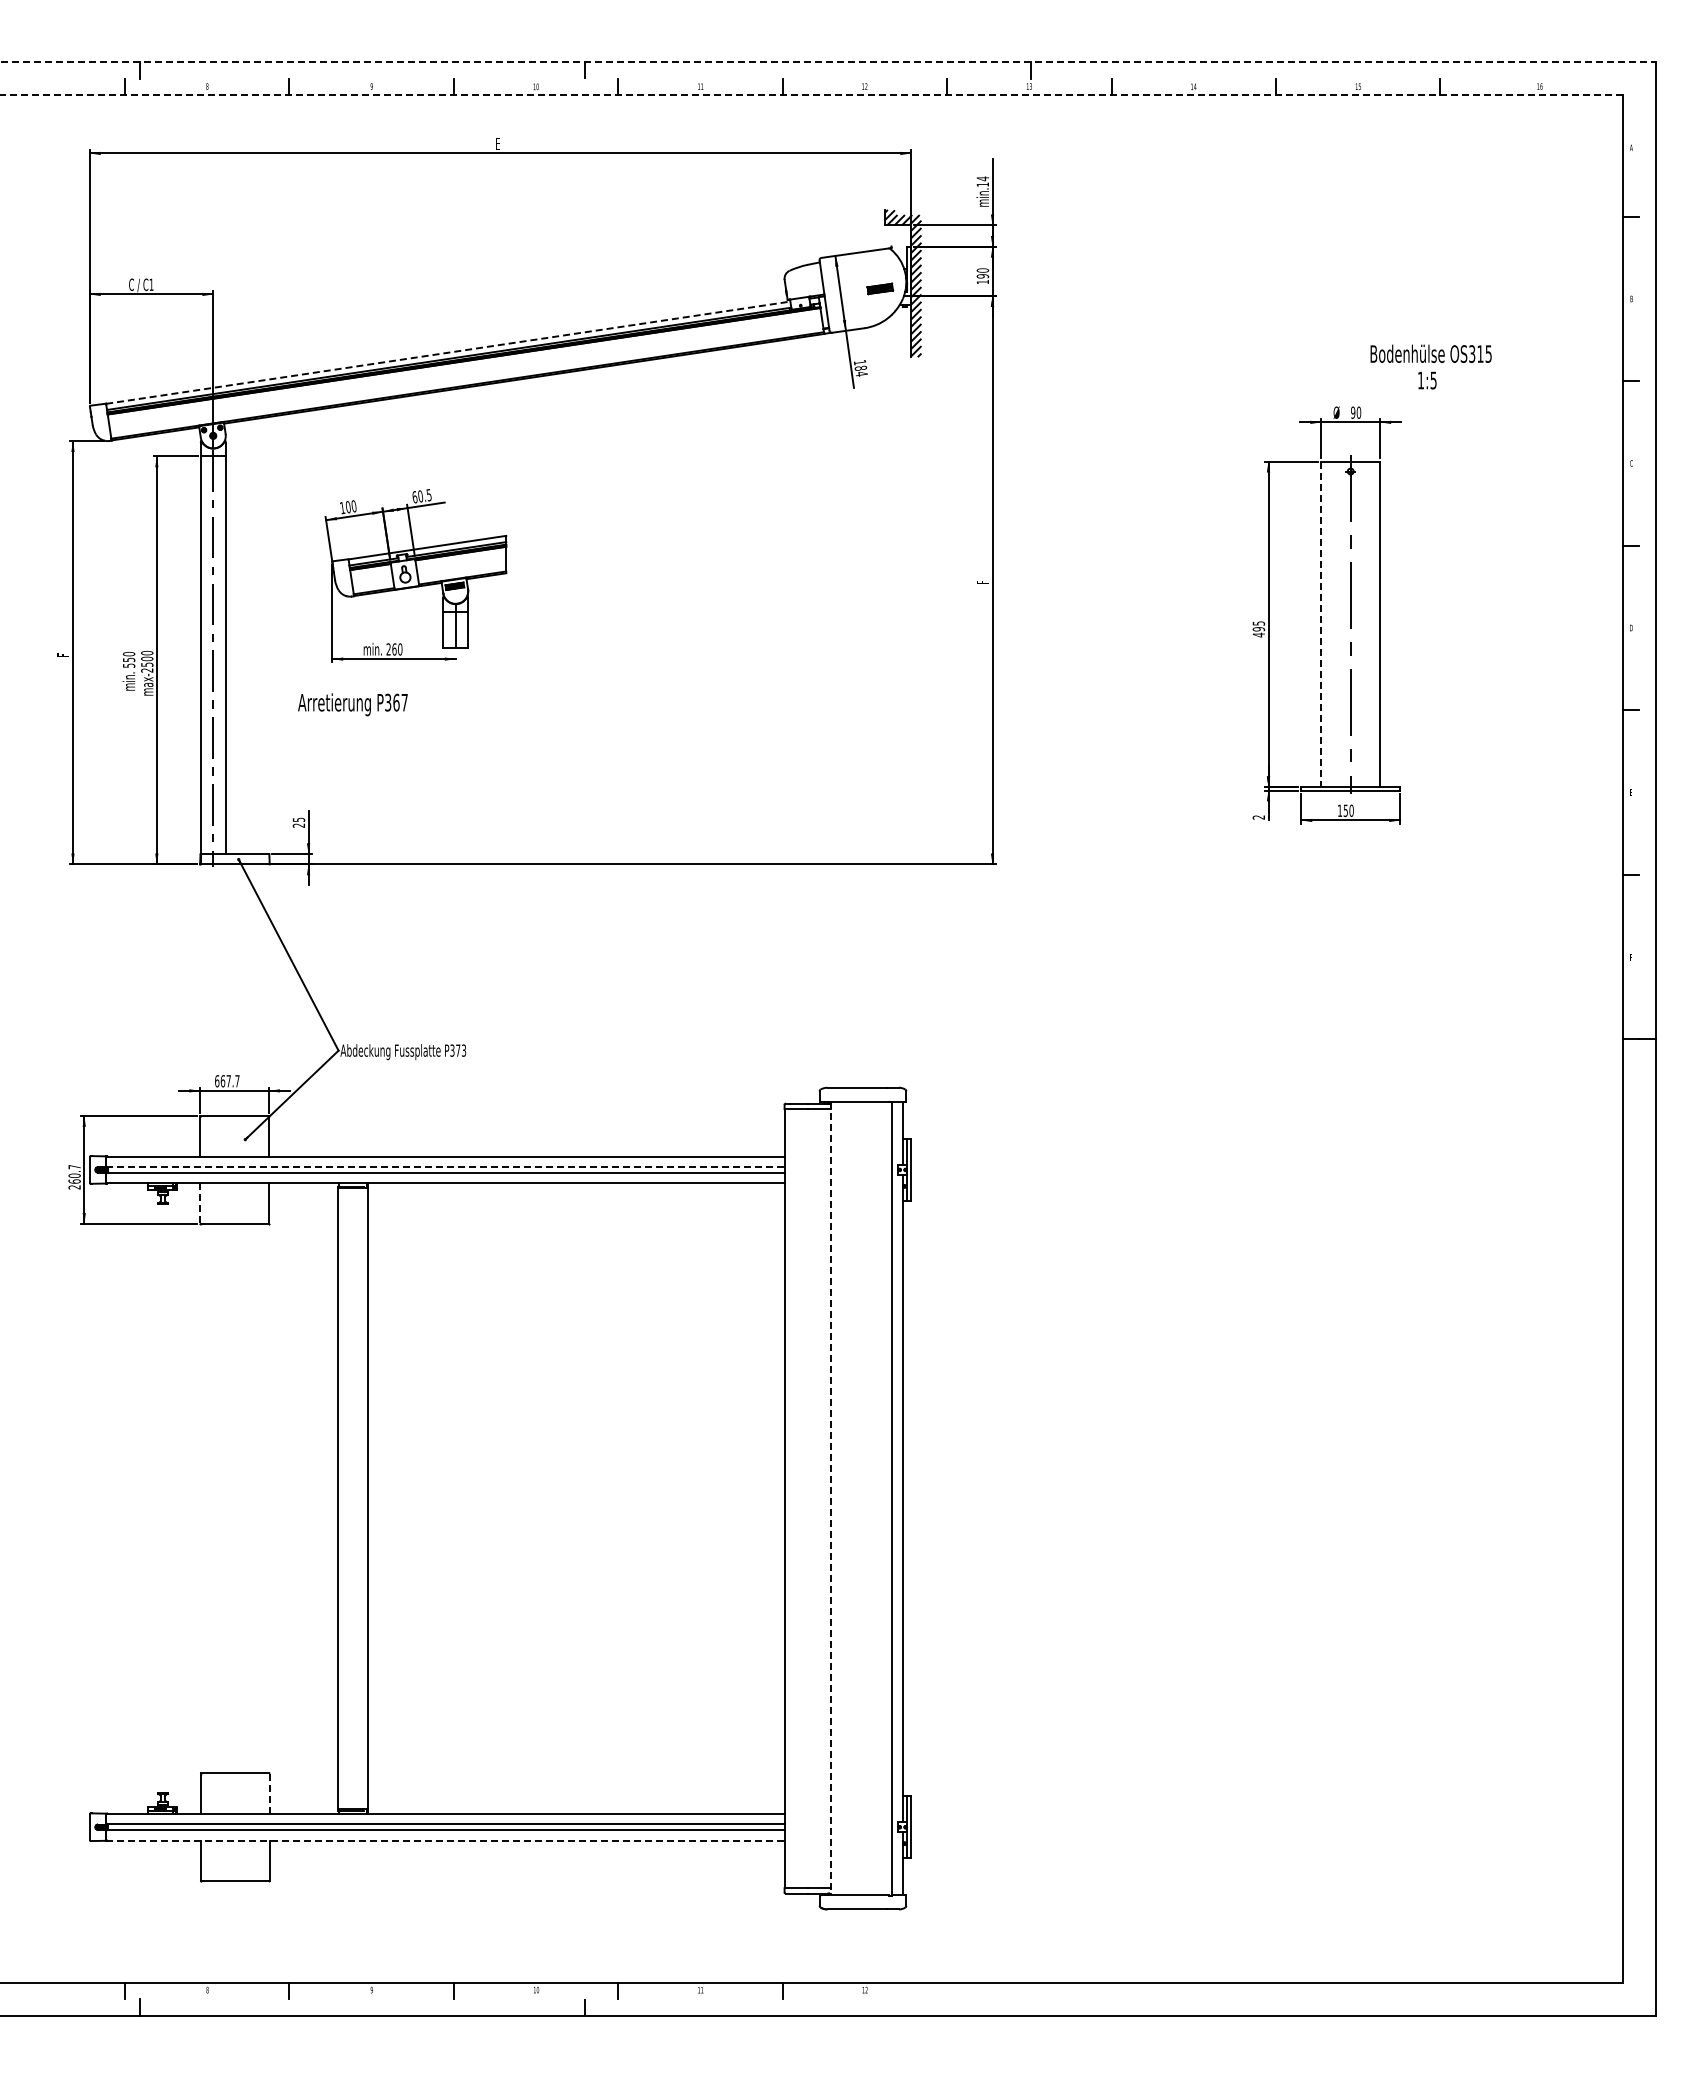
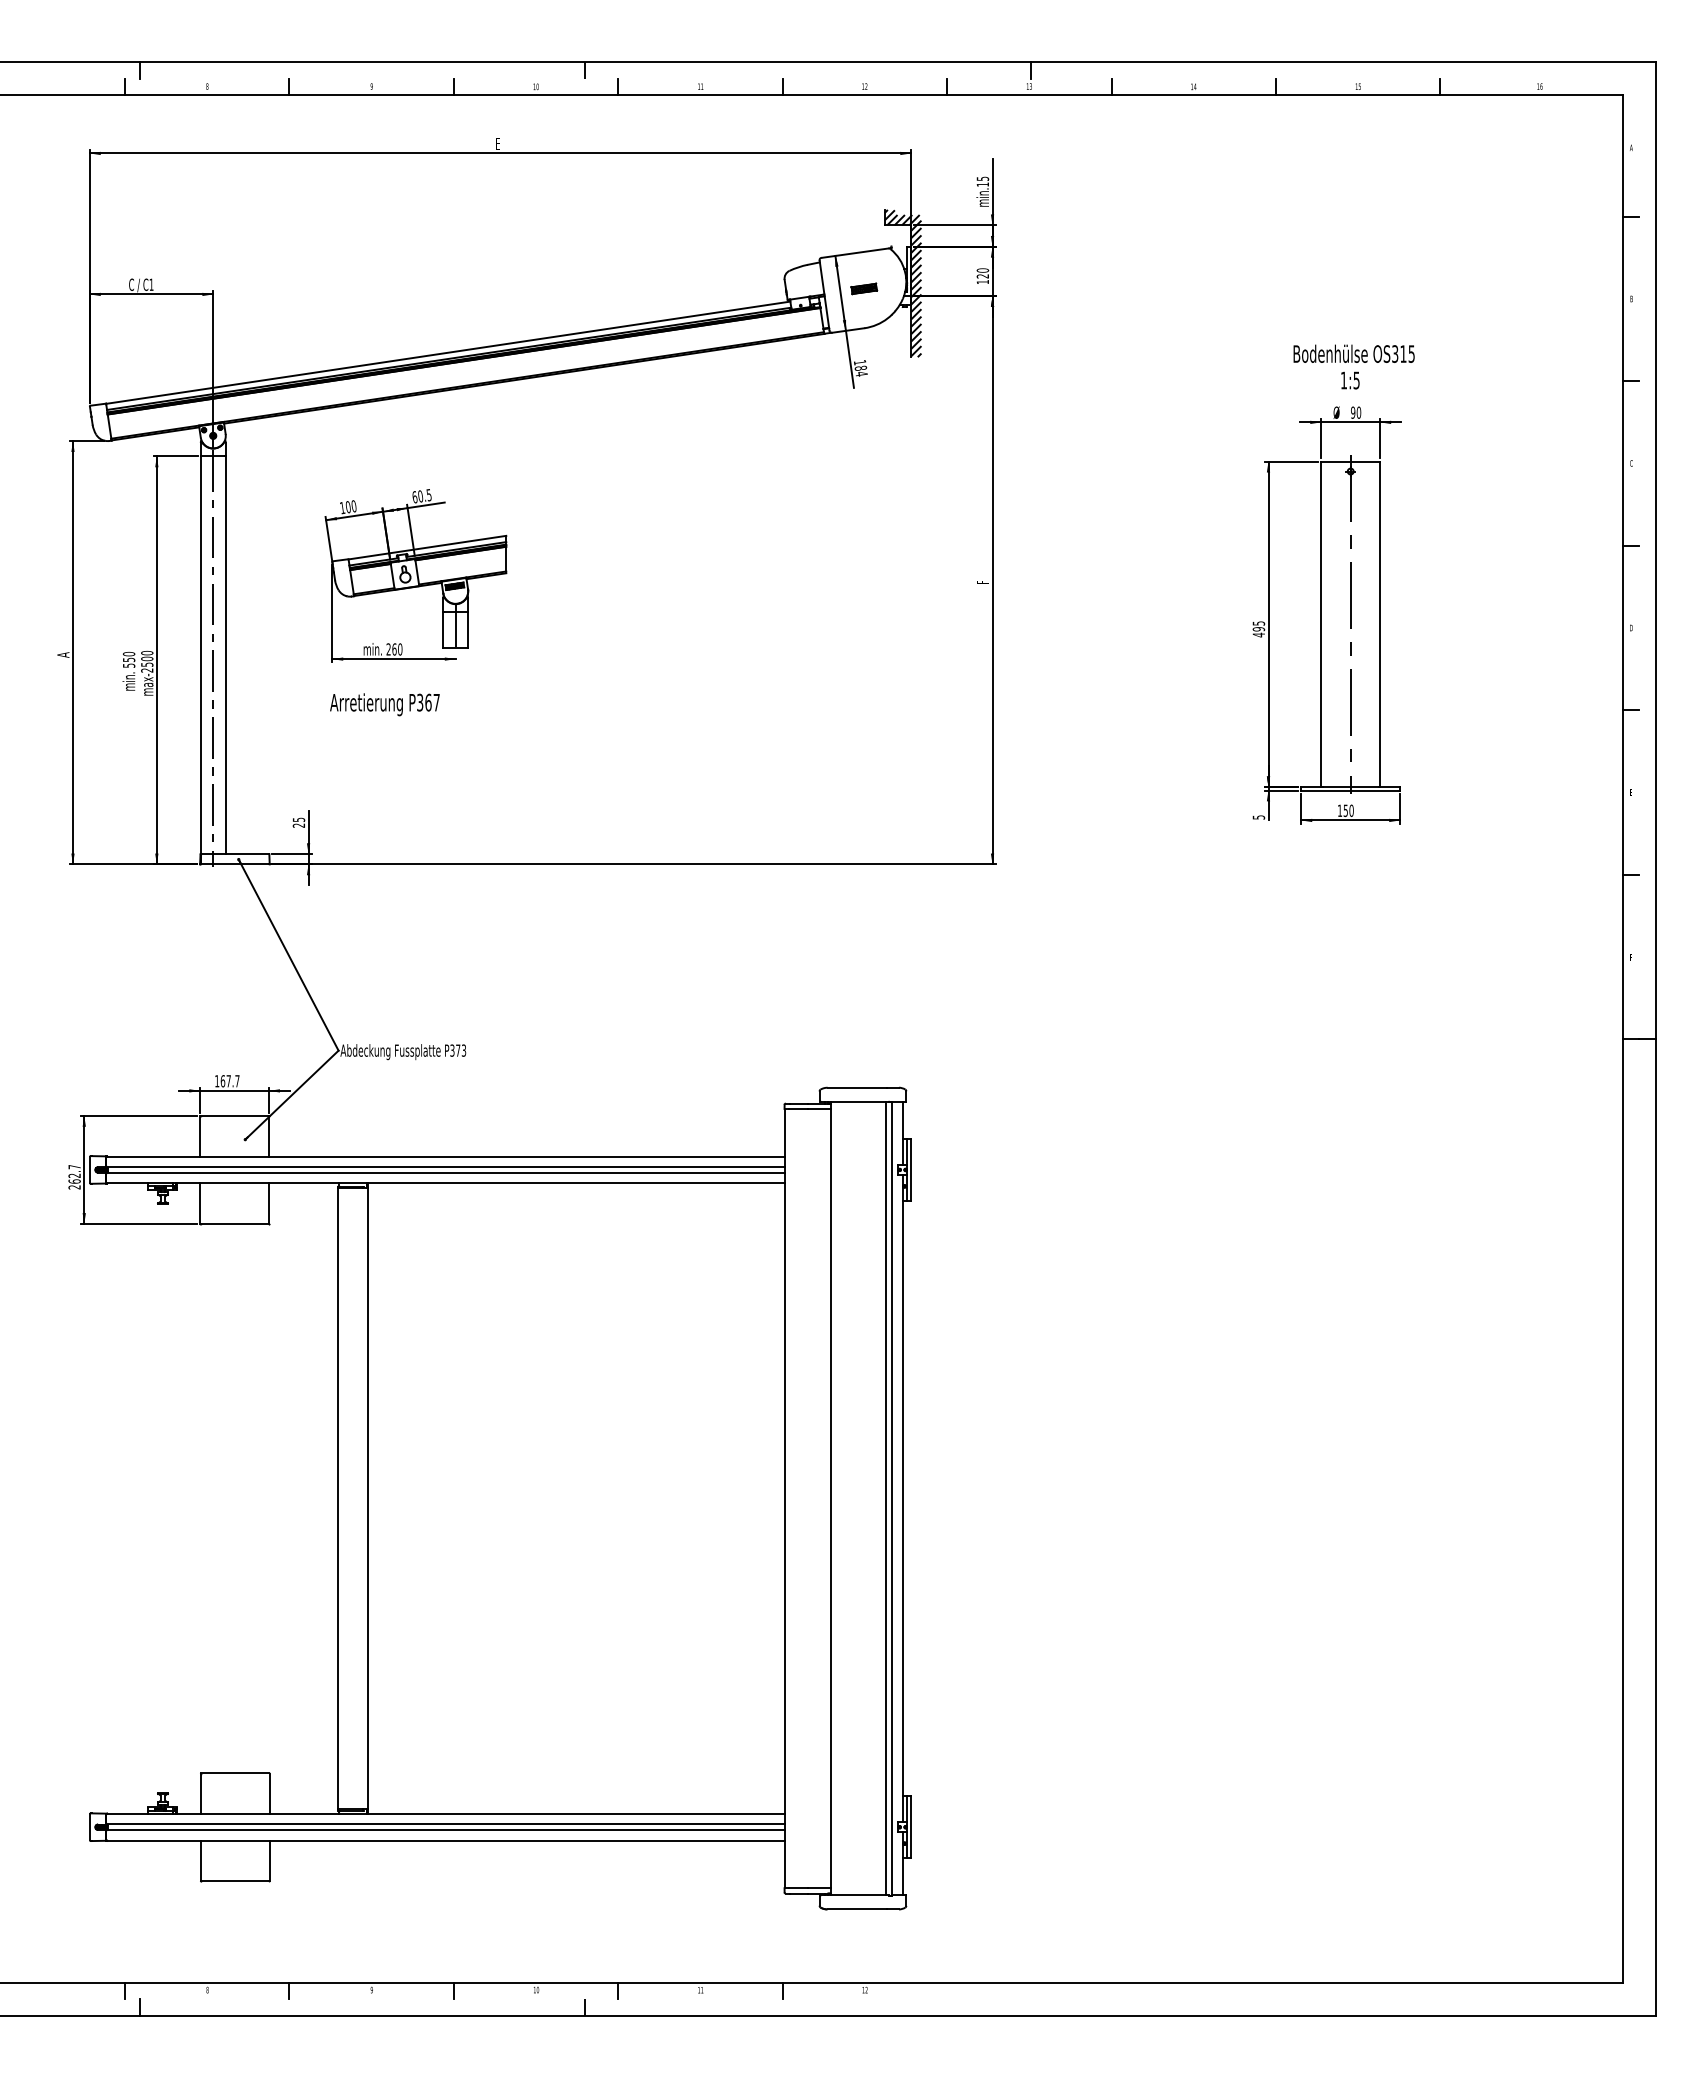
line at (827, 62): dashed -> solid
line at (811, 95): dashed -> solid
text at (982, 178): min.14 -> min.15
text at (982, 276): 190 -> 120
part at (880, 288) position: (880, 288) -> (864, 288)
line at (448, 352): dashed -> solid
text at (1430, 366) position: (1430, 366) -> (1353, 366)
line at (1321, 624): dashed -> solid
text at (63, 654): F -> A
text at (352, 704) position: (352, 704) -> (384, 704)
text at (1258, 817): 2 -> 5
text at (217, 1081): 667.7 -> 167.7
line at (446, 1166): dashed -> solid
text at (74, 1175): 260.7 -> 262.7
line at (200, 1203): dashed -> solid
line at (830, 1498): dashed -> solid
line at (885, 1498): none -> present
line at (269, 1793): dashed -> solid
line at (446, 1840): dashed -> solid
